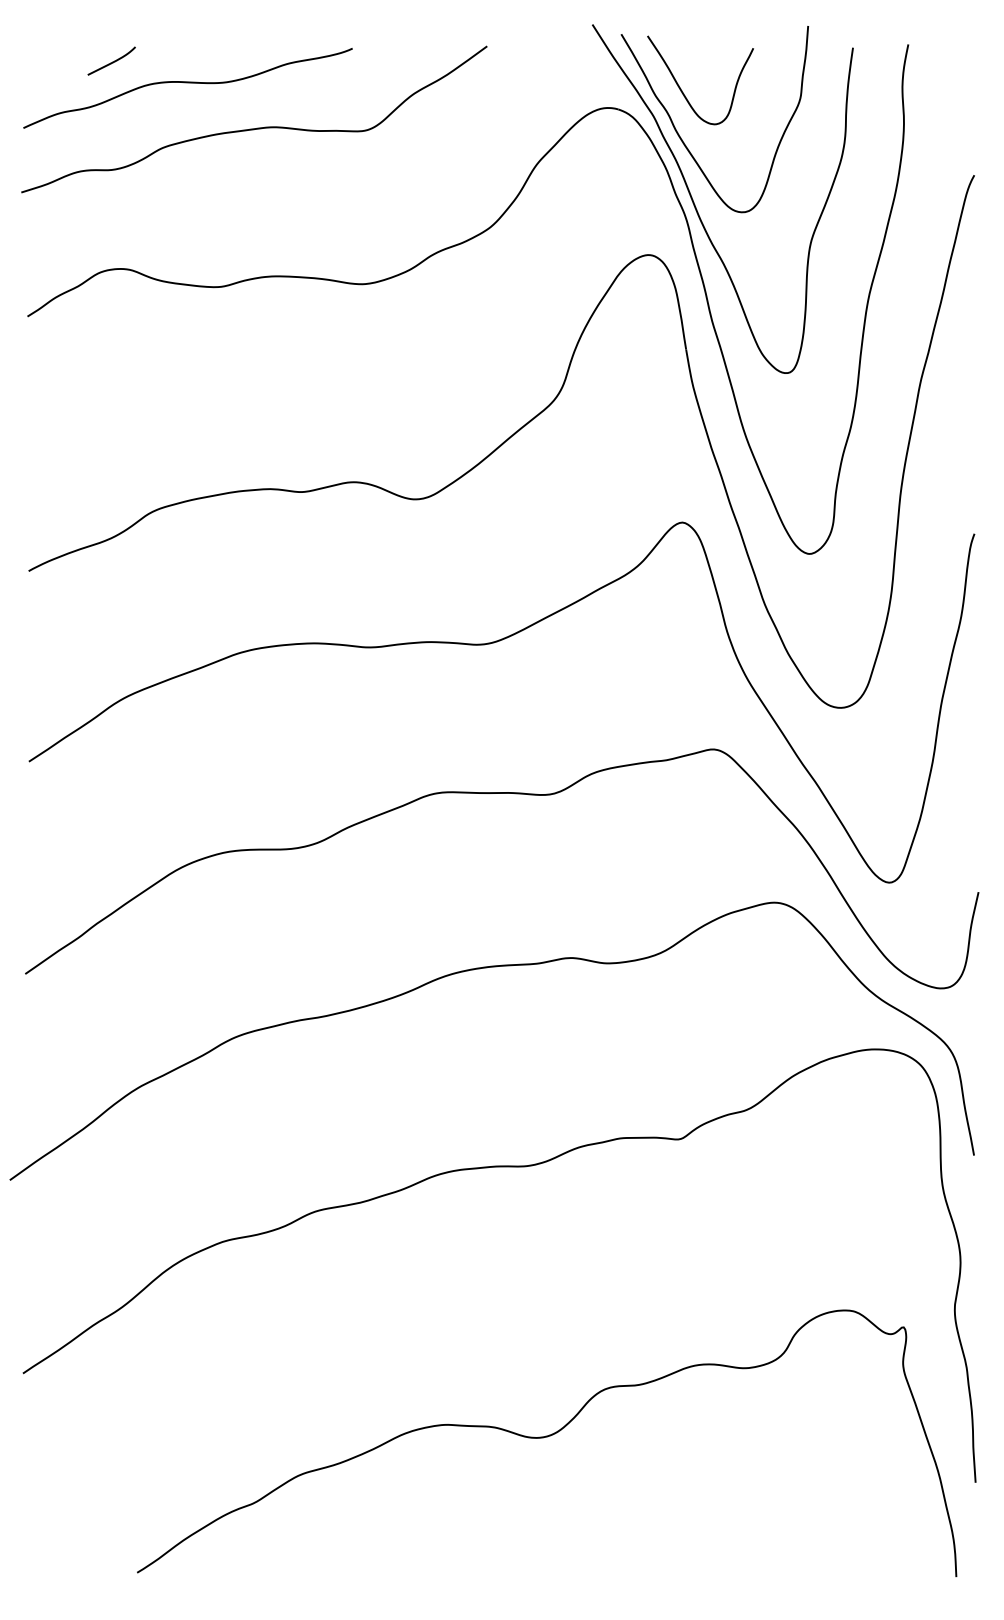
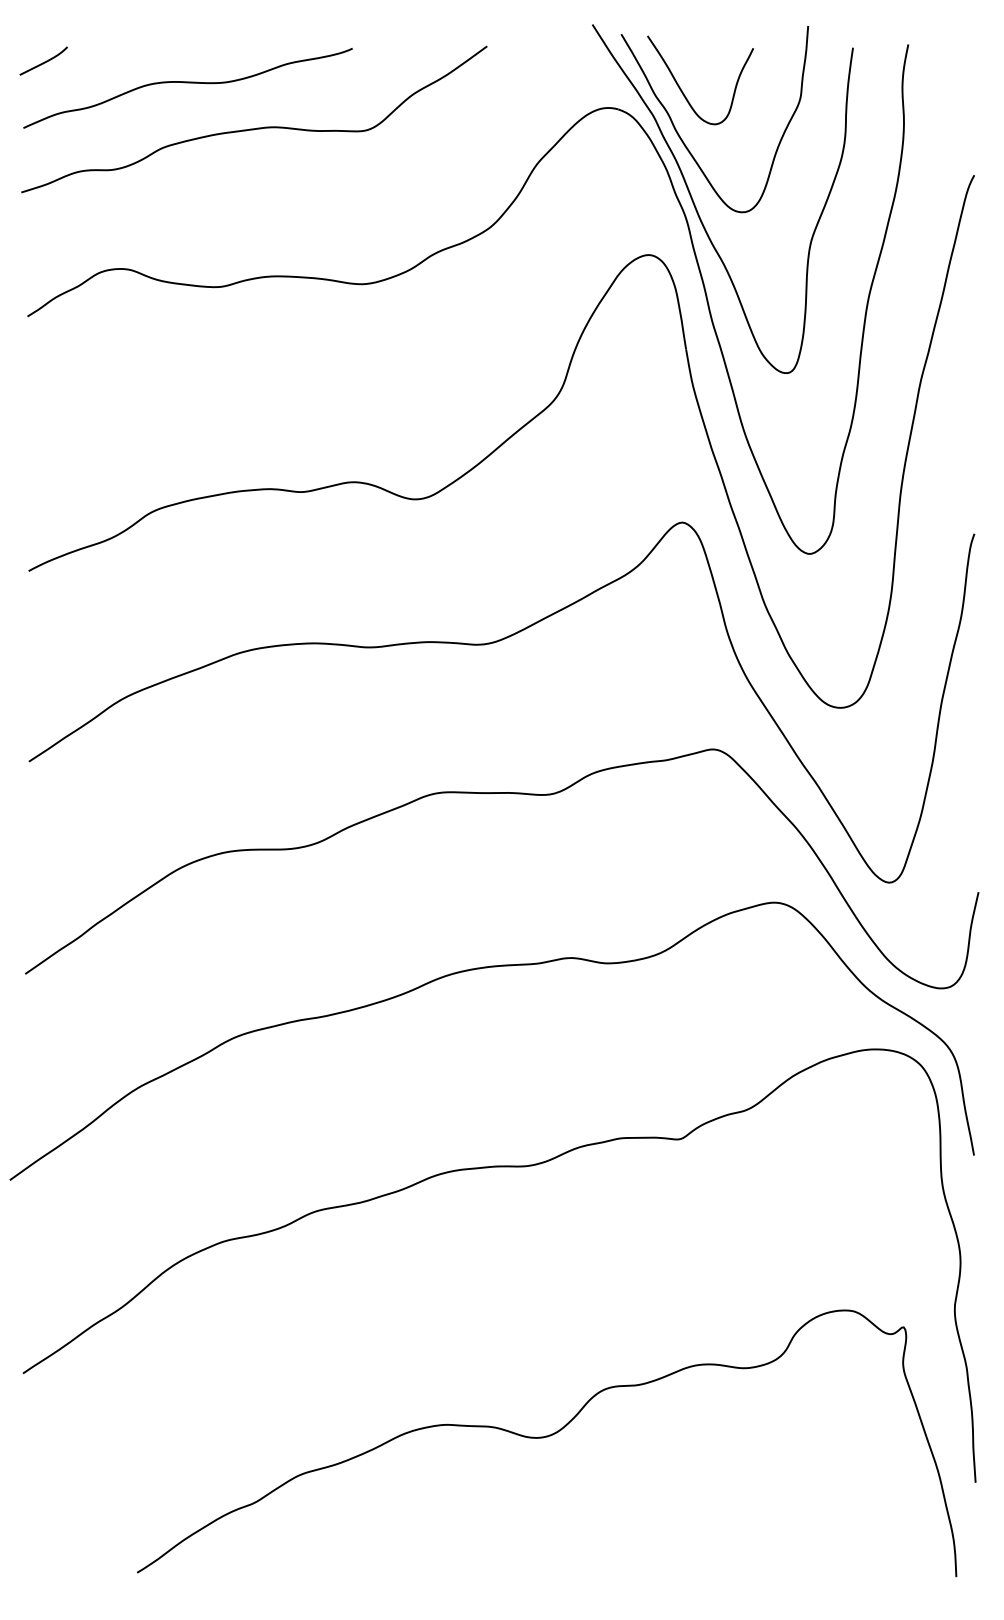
curve at (112, 61) position: (112, 61) -> (44, 61)
